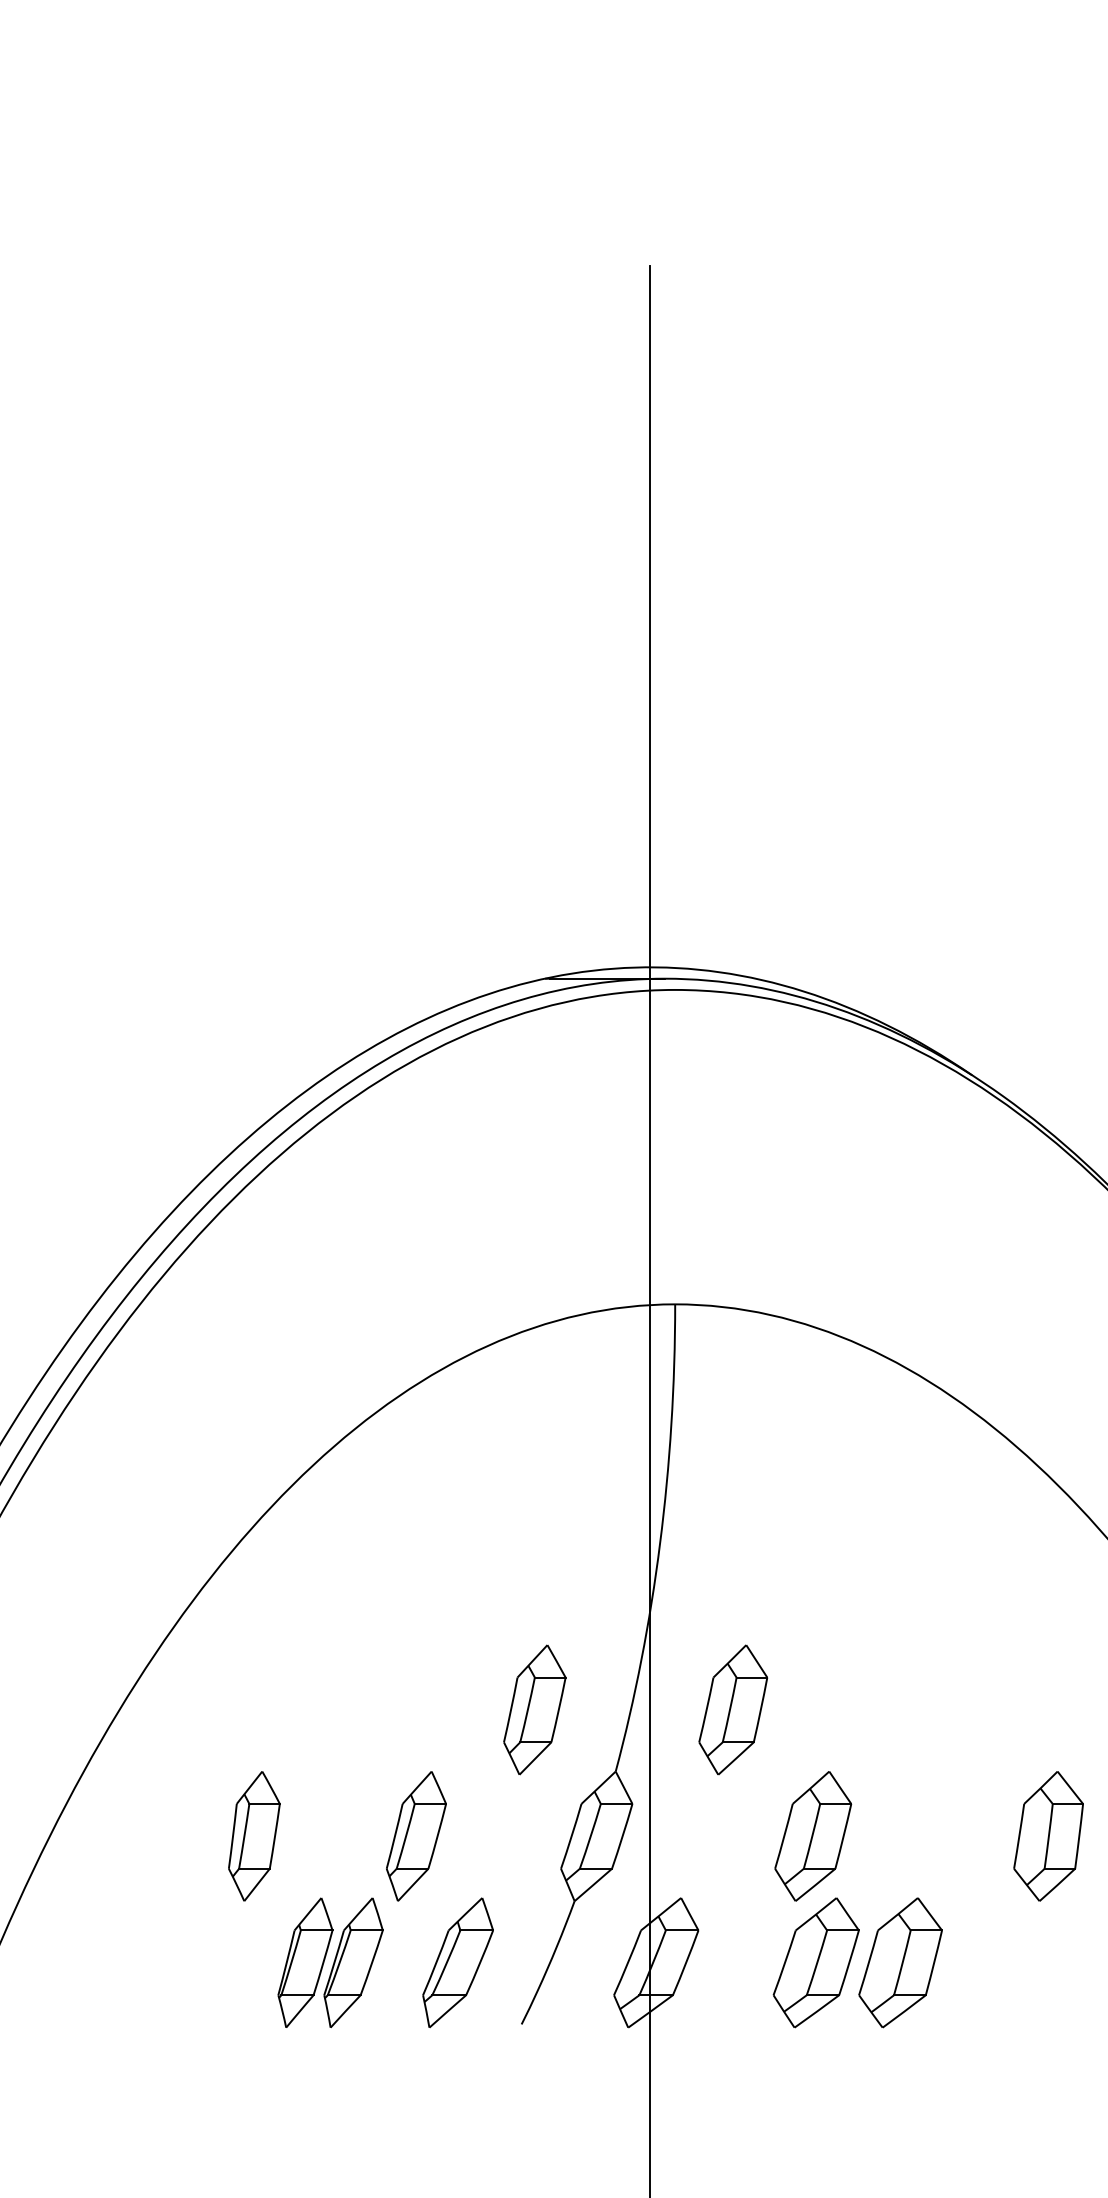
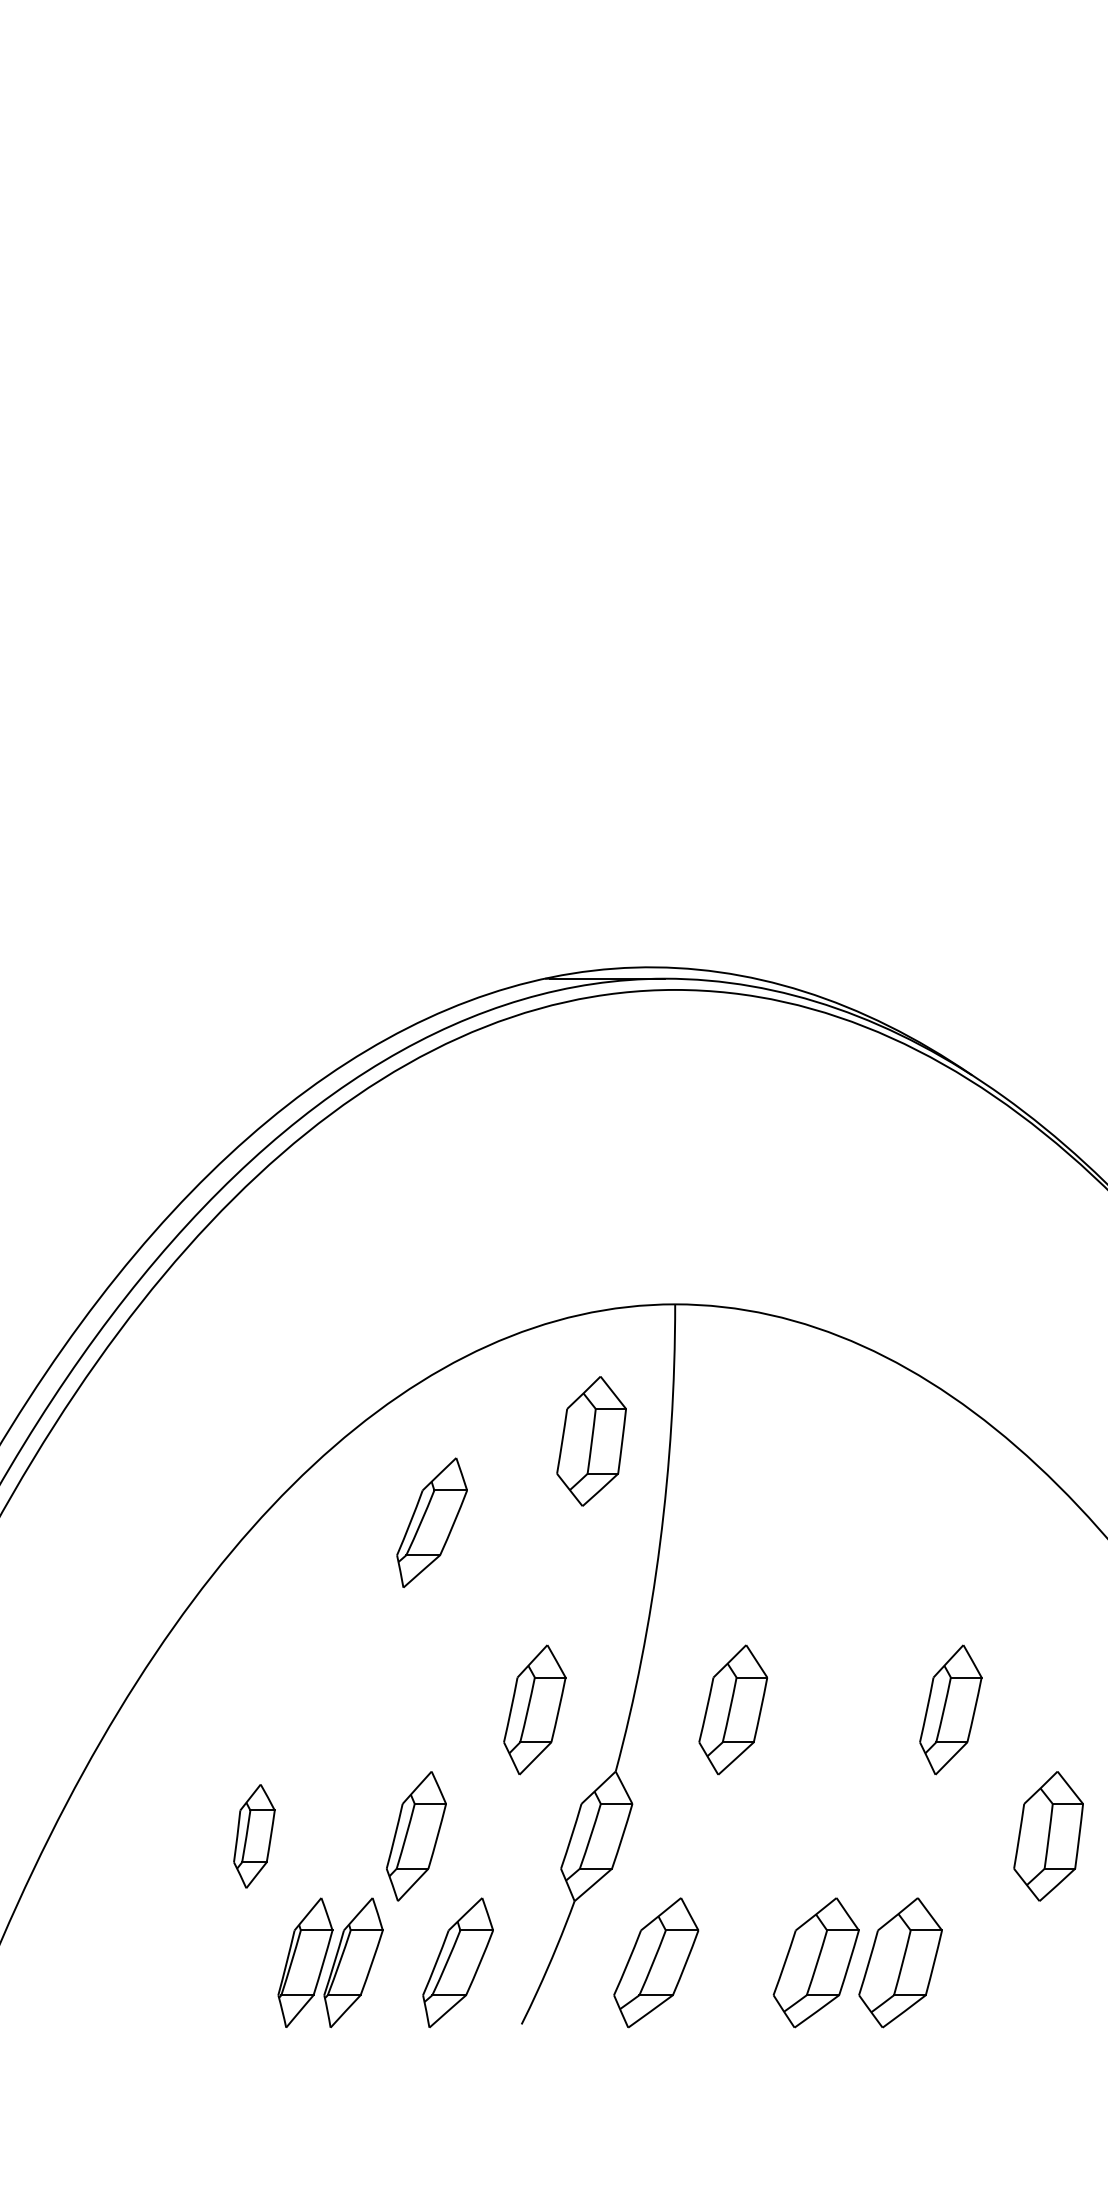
line at (650, 1229): present -> none
part at (591, 1441): none -> present
part at (431, 1522): none -> present
part at (950, 1709): none -> present
part at (254, 1836) size: 53x131 px -> 43x105 px
part at (813, 1836): present -> none
